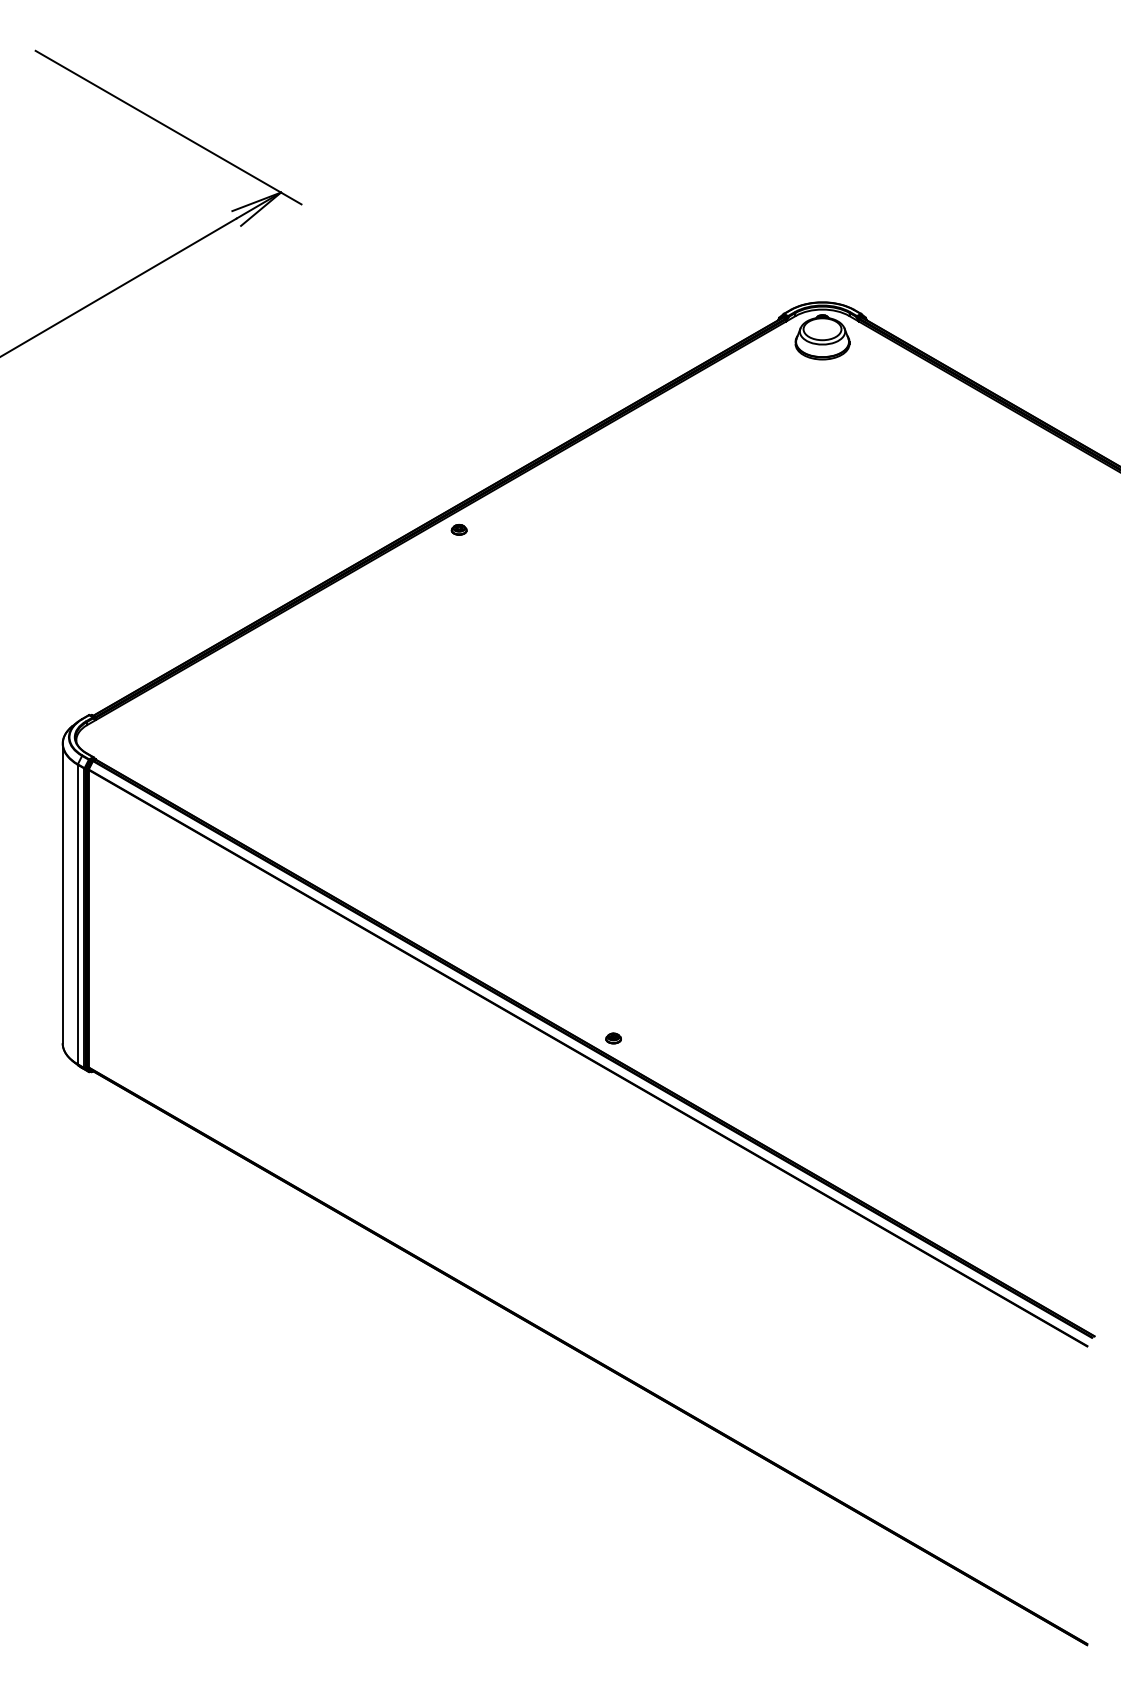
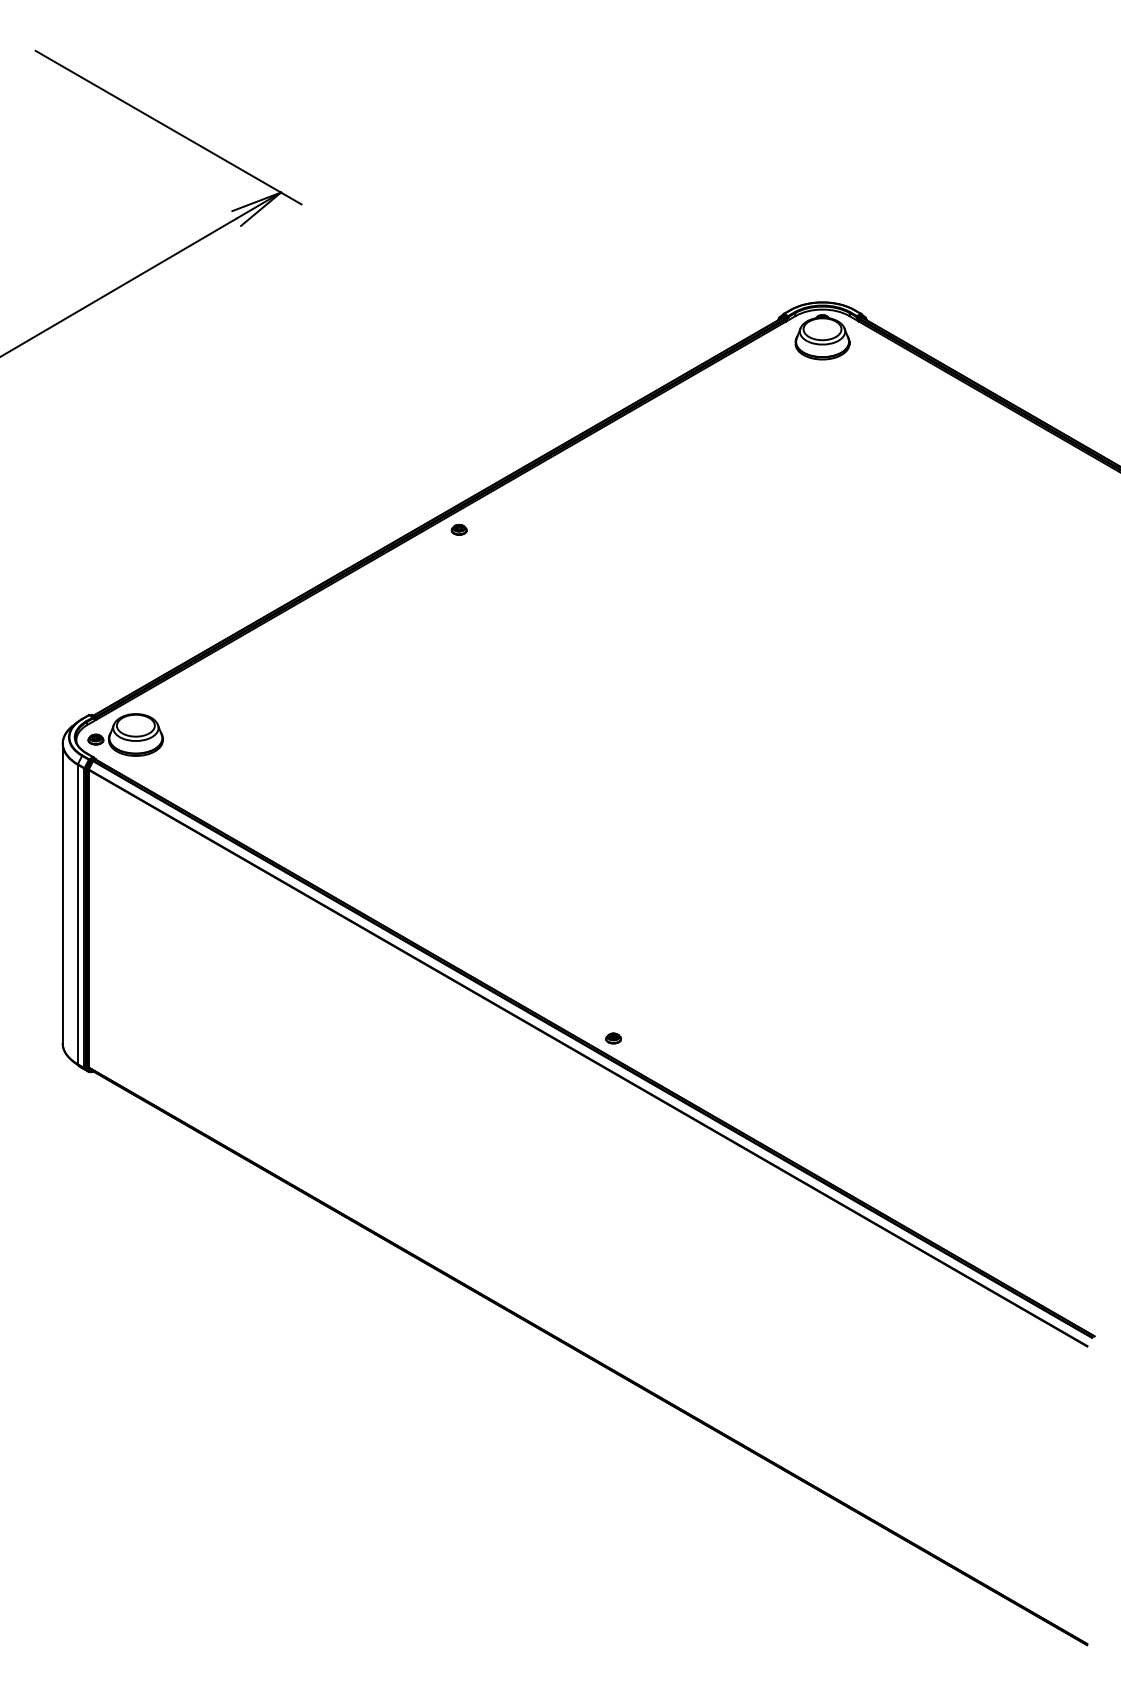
part at (125, 734): none -> present
